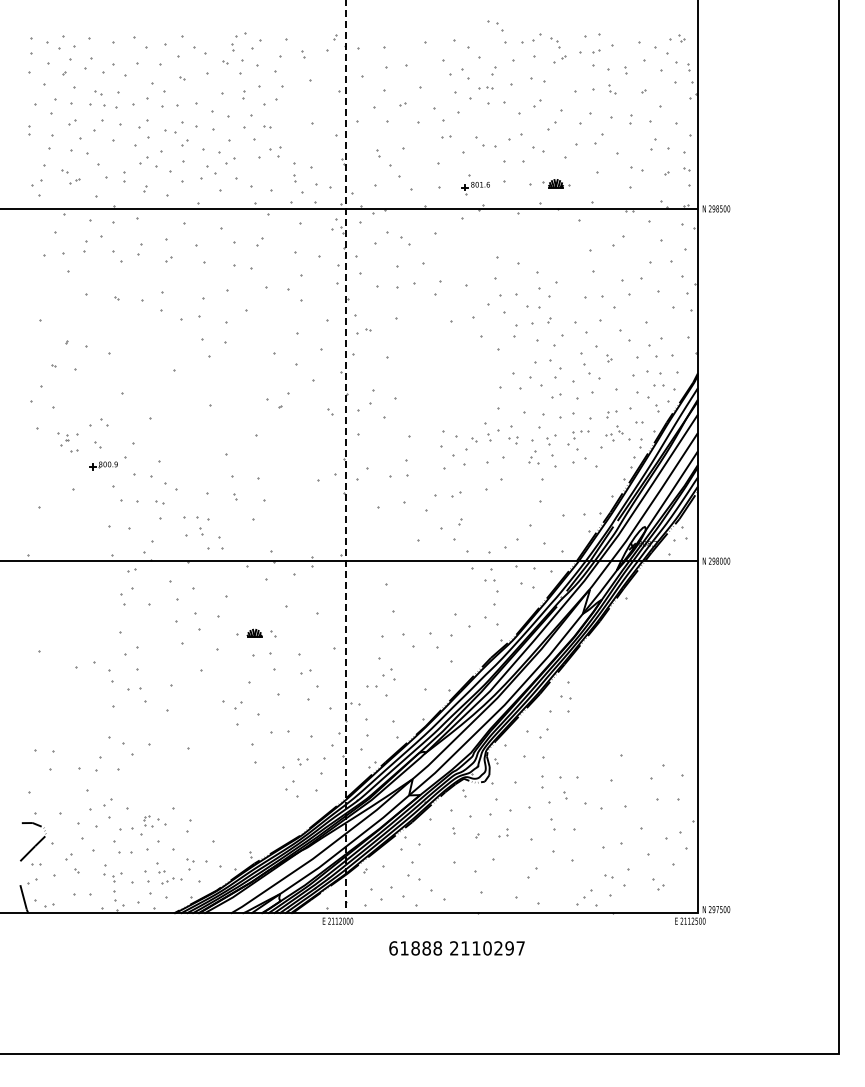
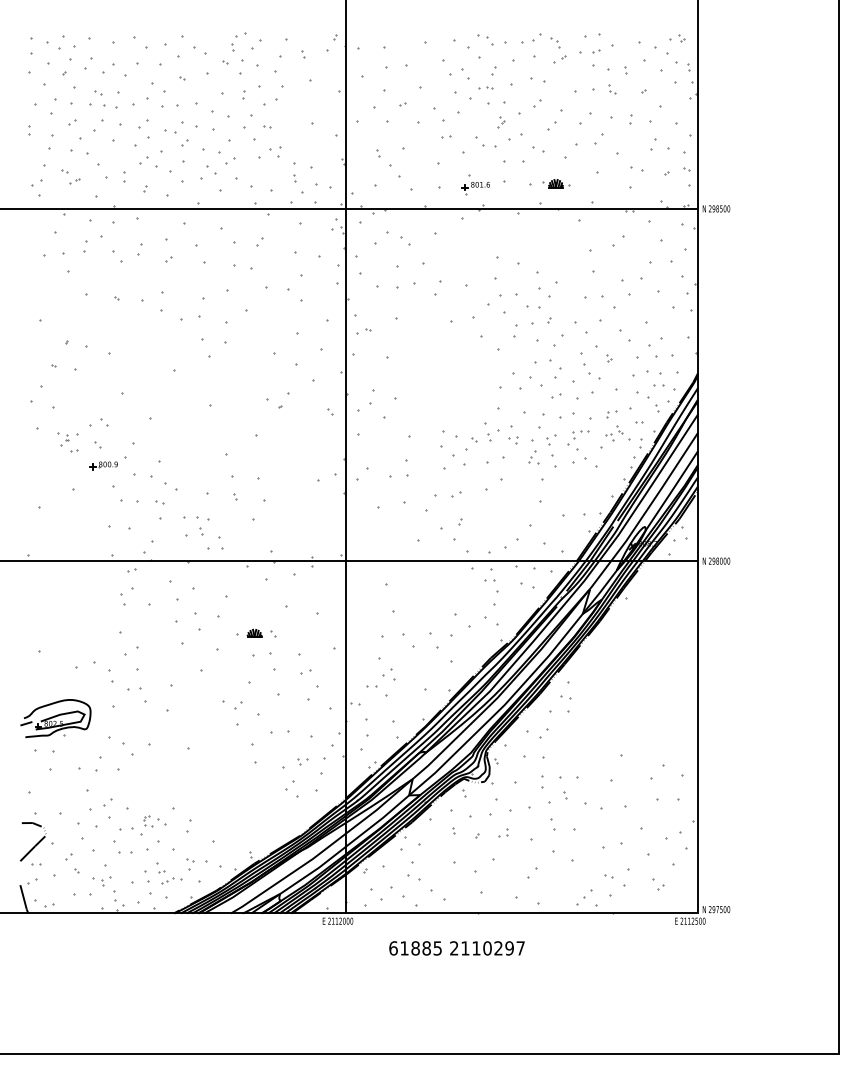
part at (495, 25) position: (495, 25) -> (485, 39)
part at (501, 122): none -> present
line at (345, 457): dashed -> solid
part at (55, 718): none -> present
part at (112, 877) position: (112, 877) -> (101, 881)
text at (437, 948): 61888 -> 61885
